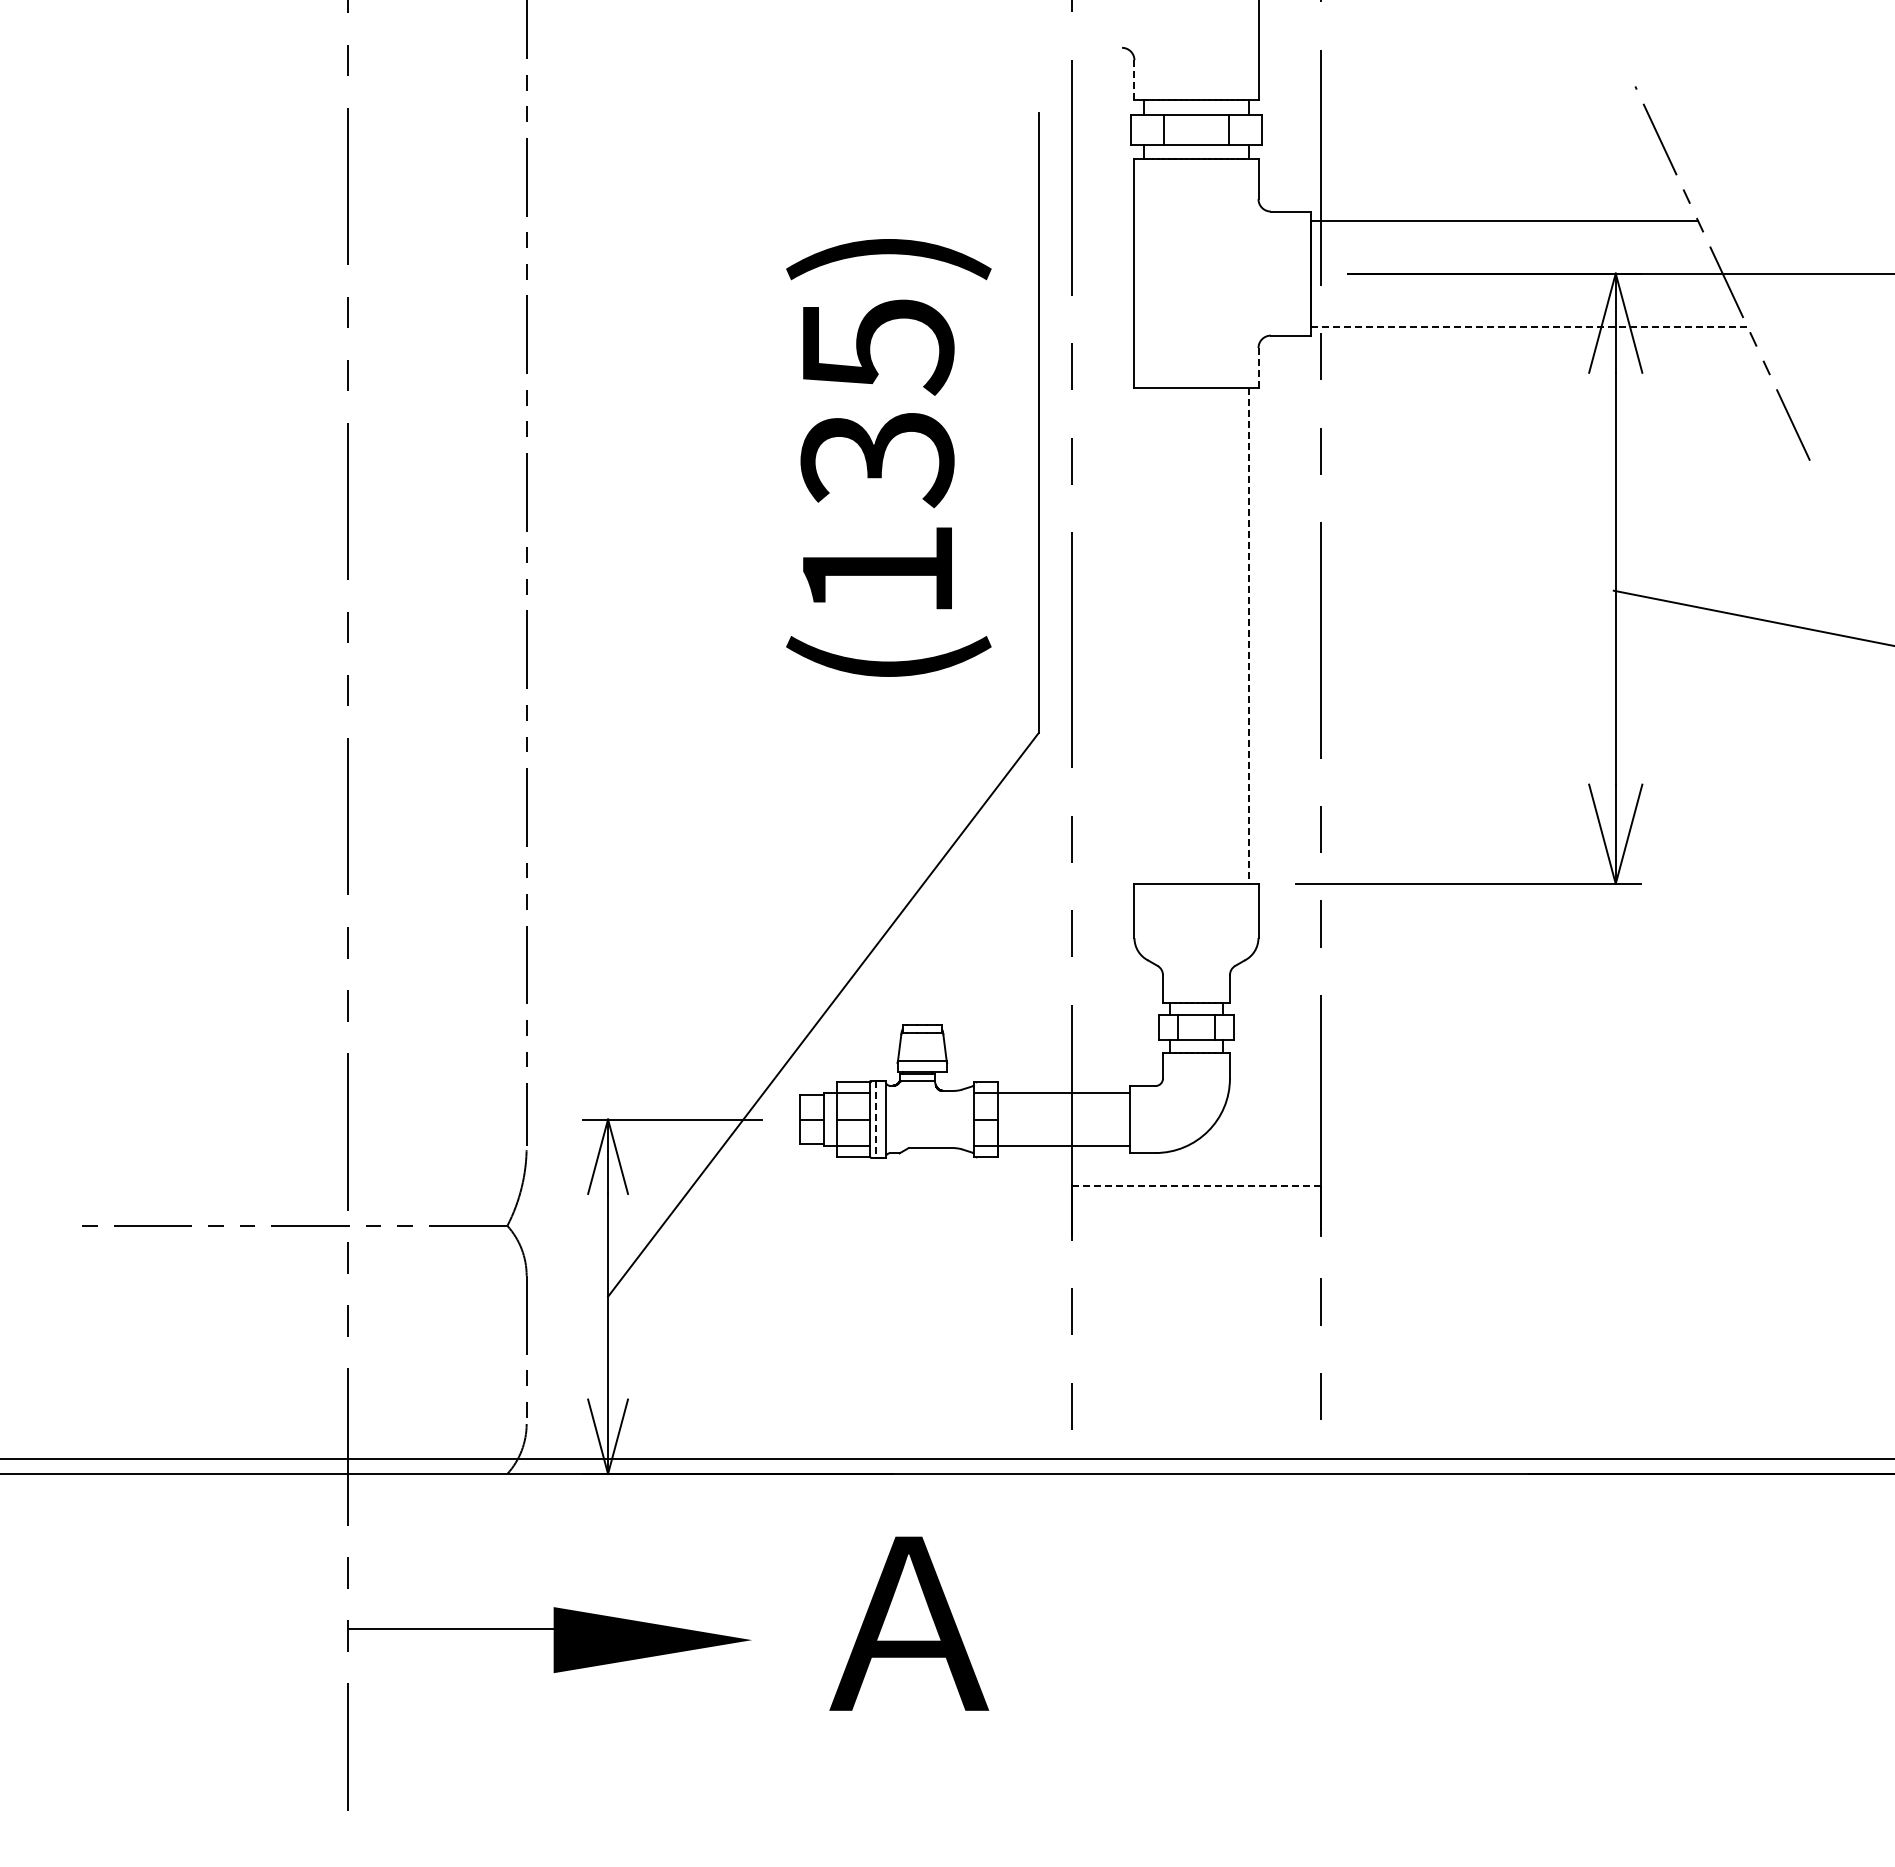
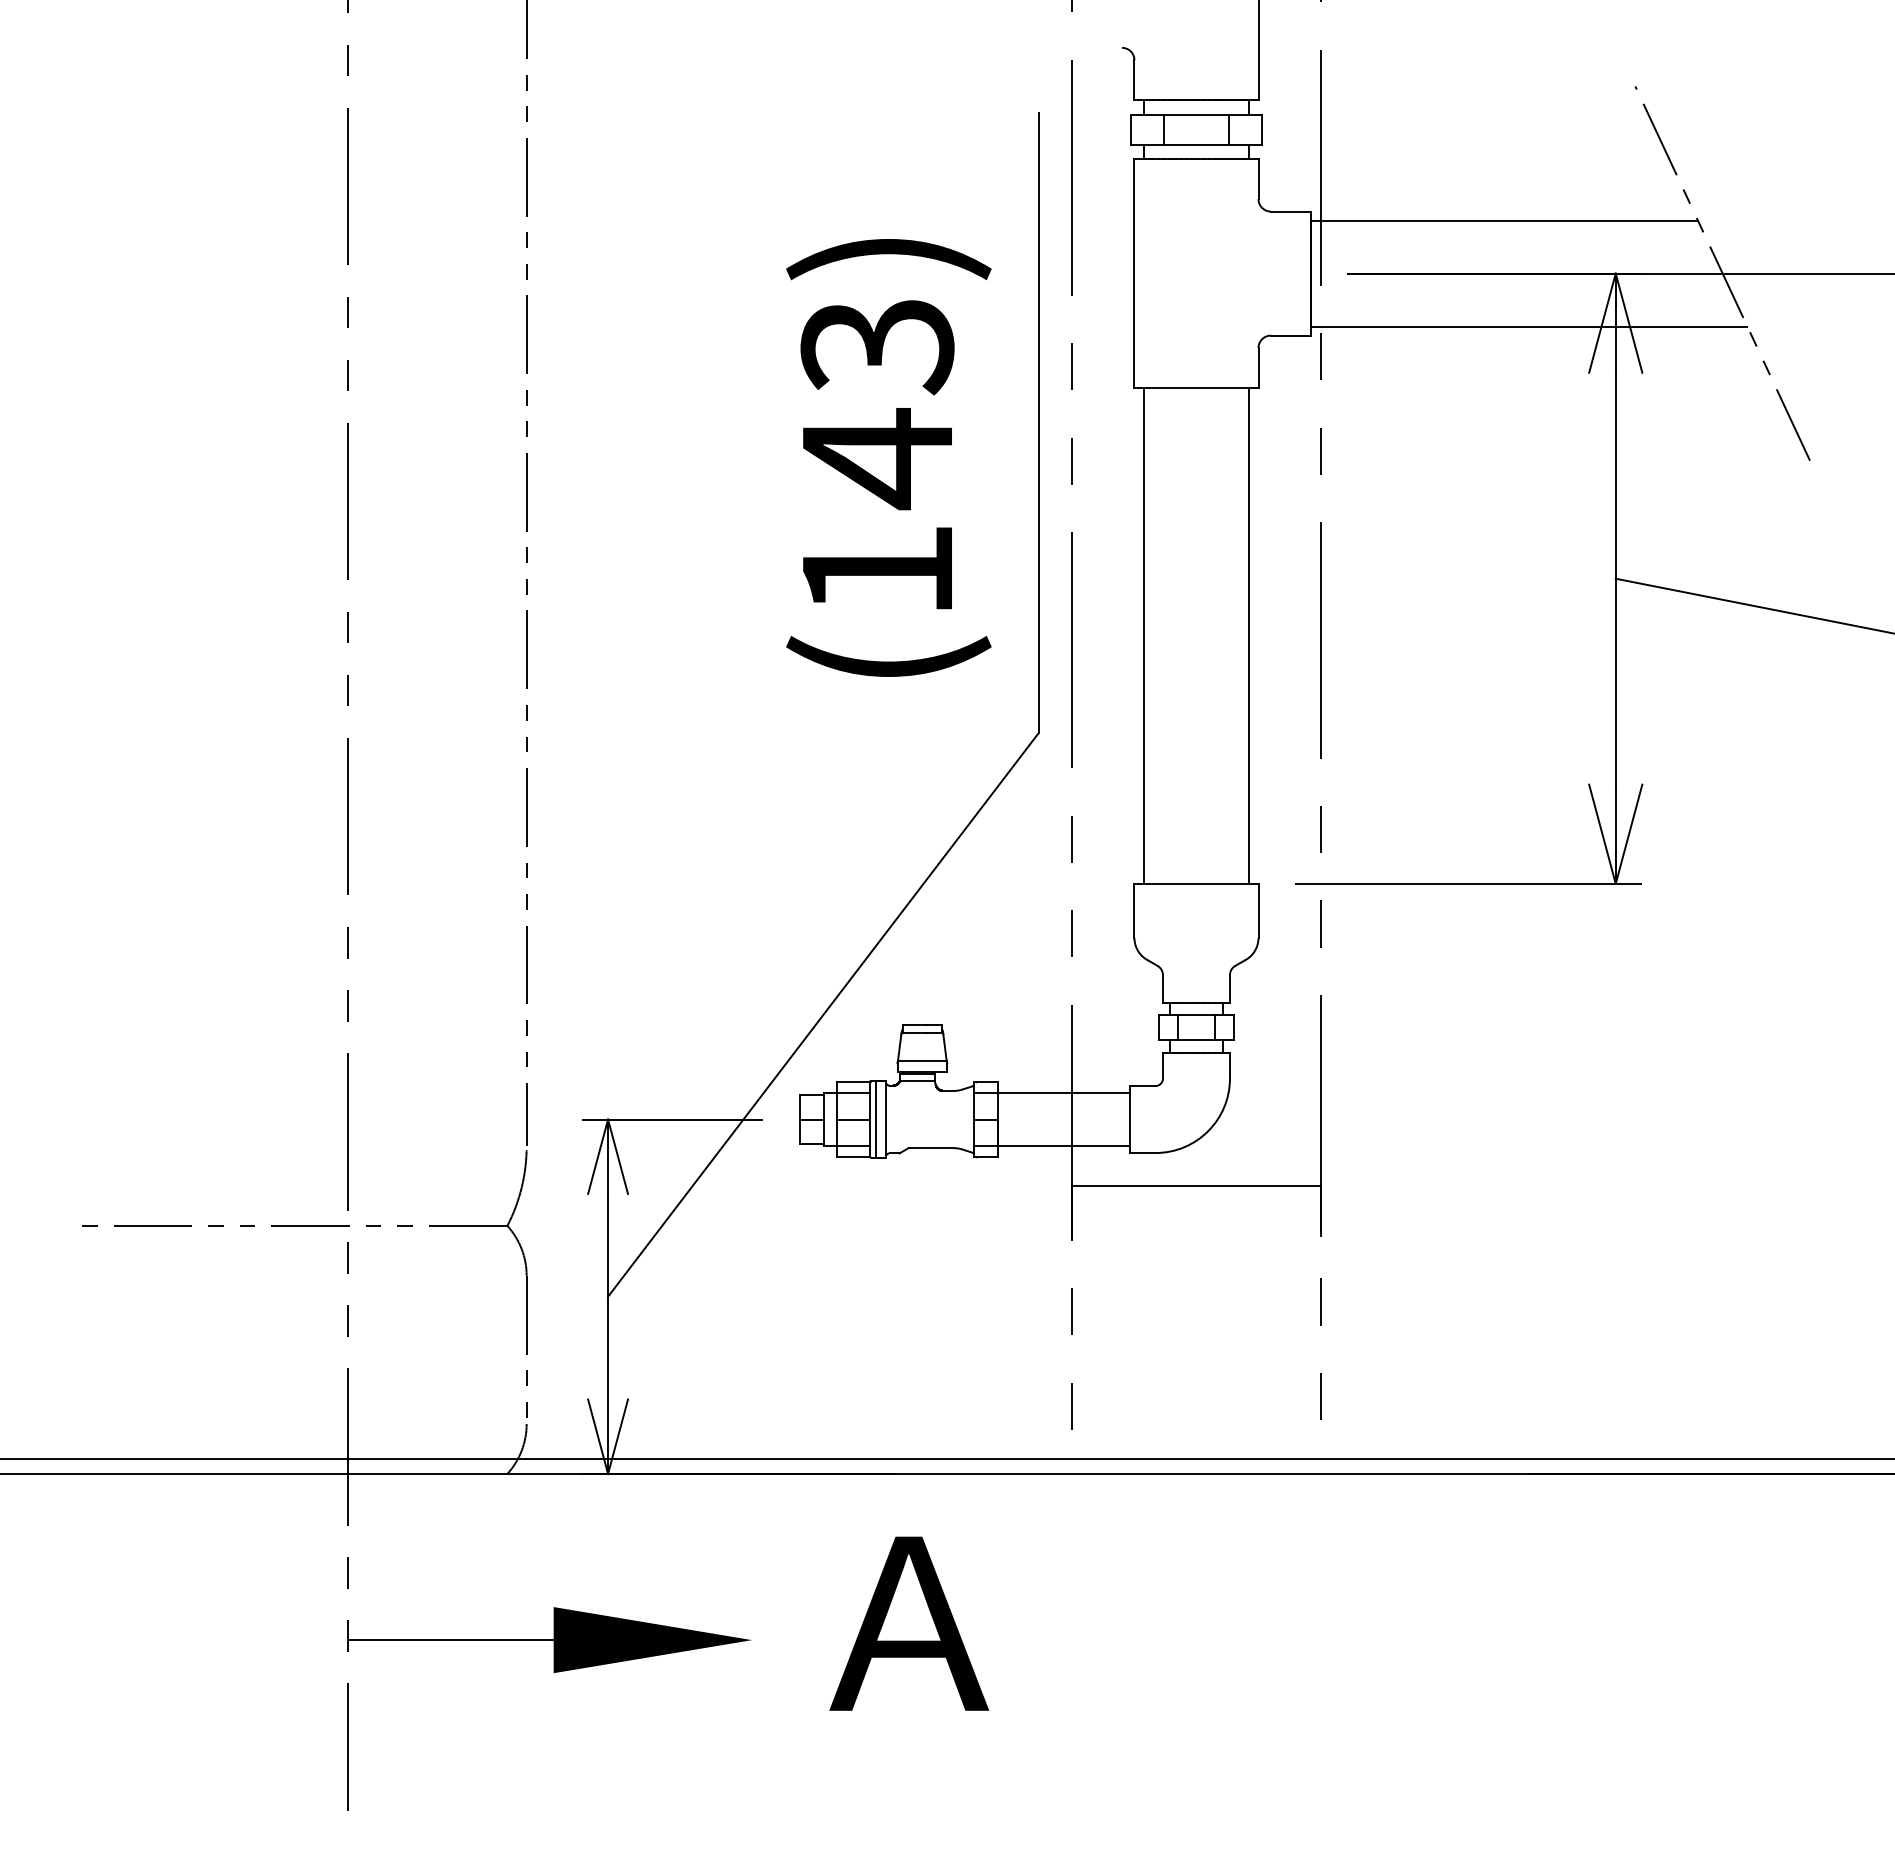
line at (1134, 80): dashed -> solid
line at (1529, 326): dashed -> solid
line at (1258, 367): dashed -> solid
text at (877, 404): (135) -> (143)
line at (1752, 617) position: (1752, 617) -> (1753, 605)
line at (1143, 635): none -> present
line at (1249, 636): dashed -> solid
line at (876, 1120): dashed -> solid
line at (1196, 1186): dashed -> solid
line at (450, 1629) position: (450, 1629) -> (450, 1640)
